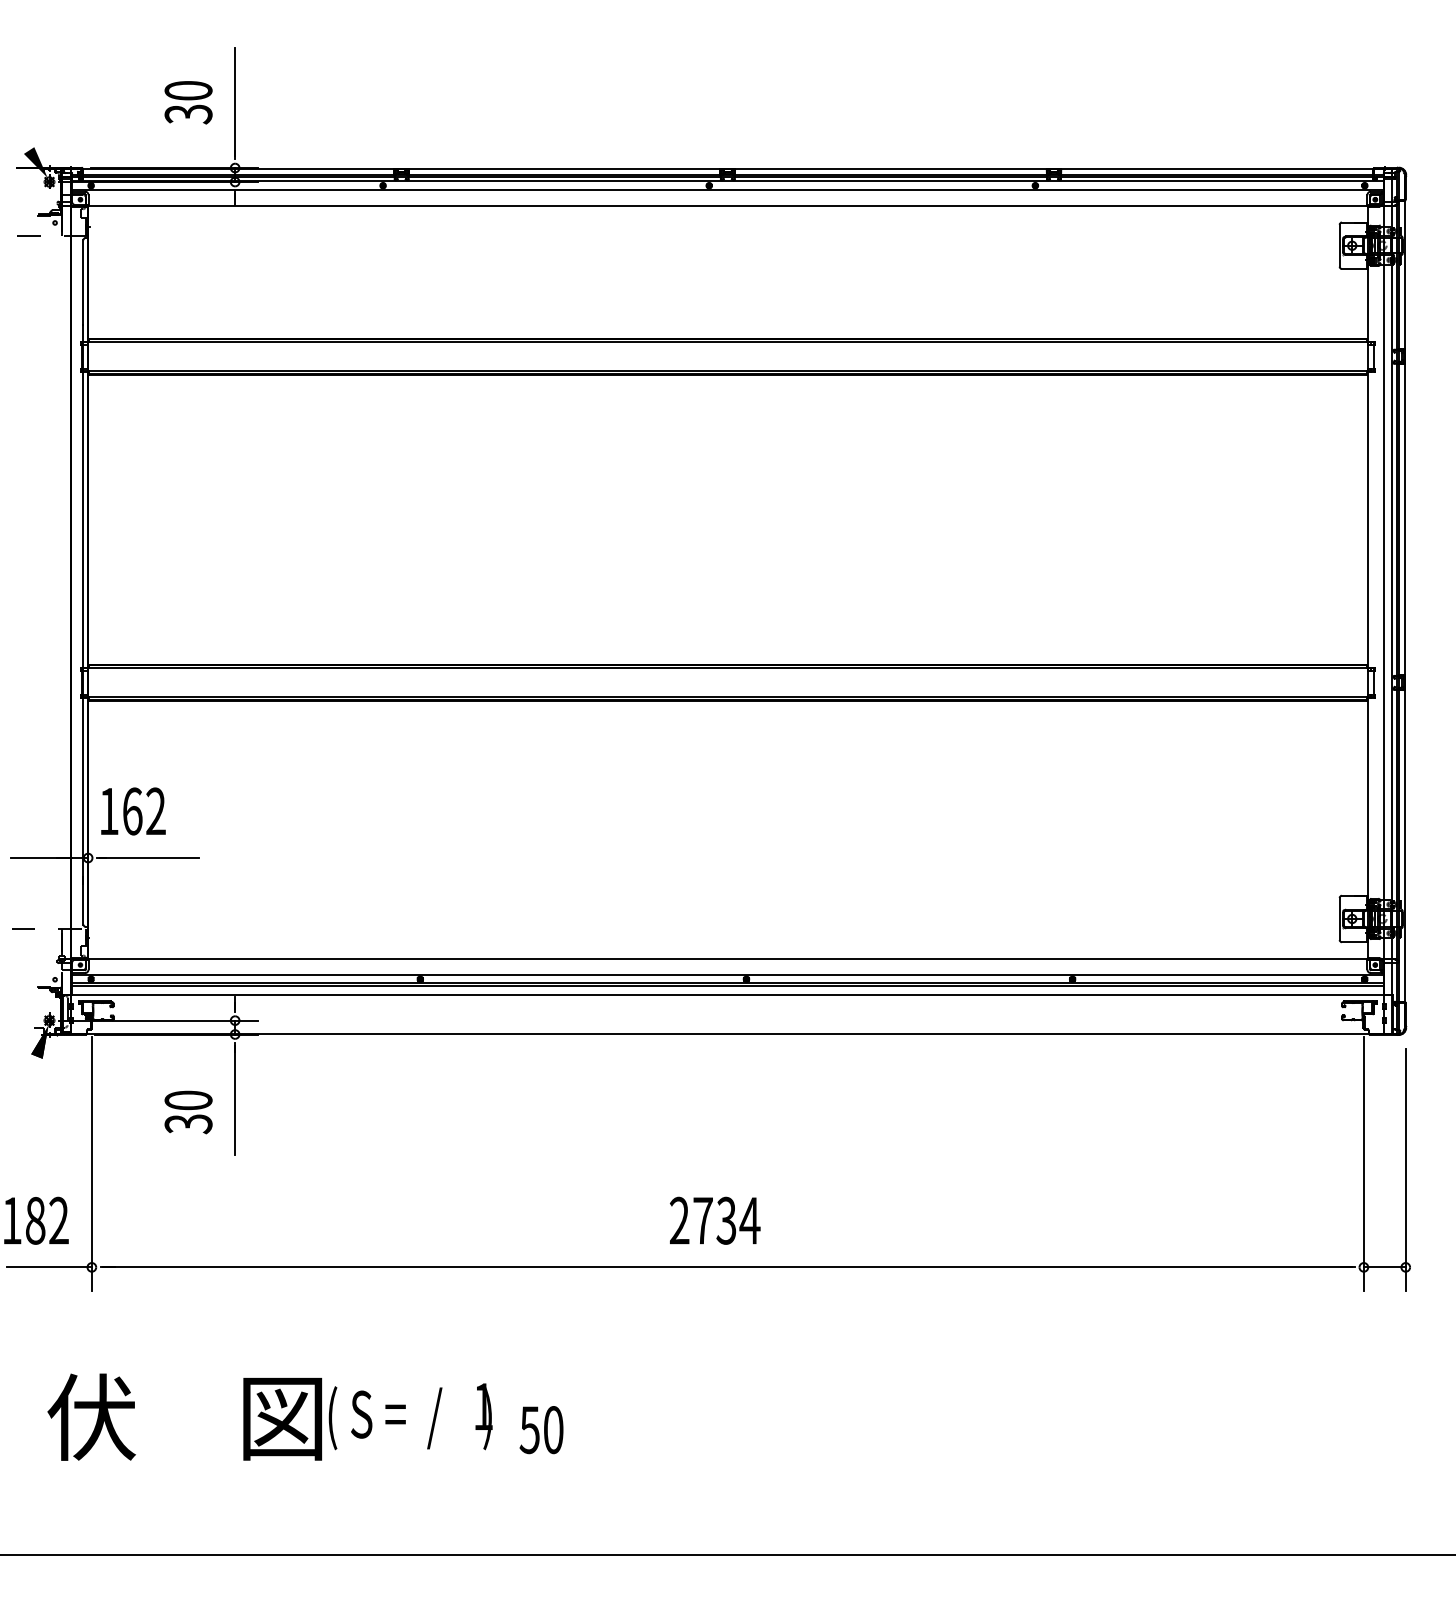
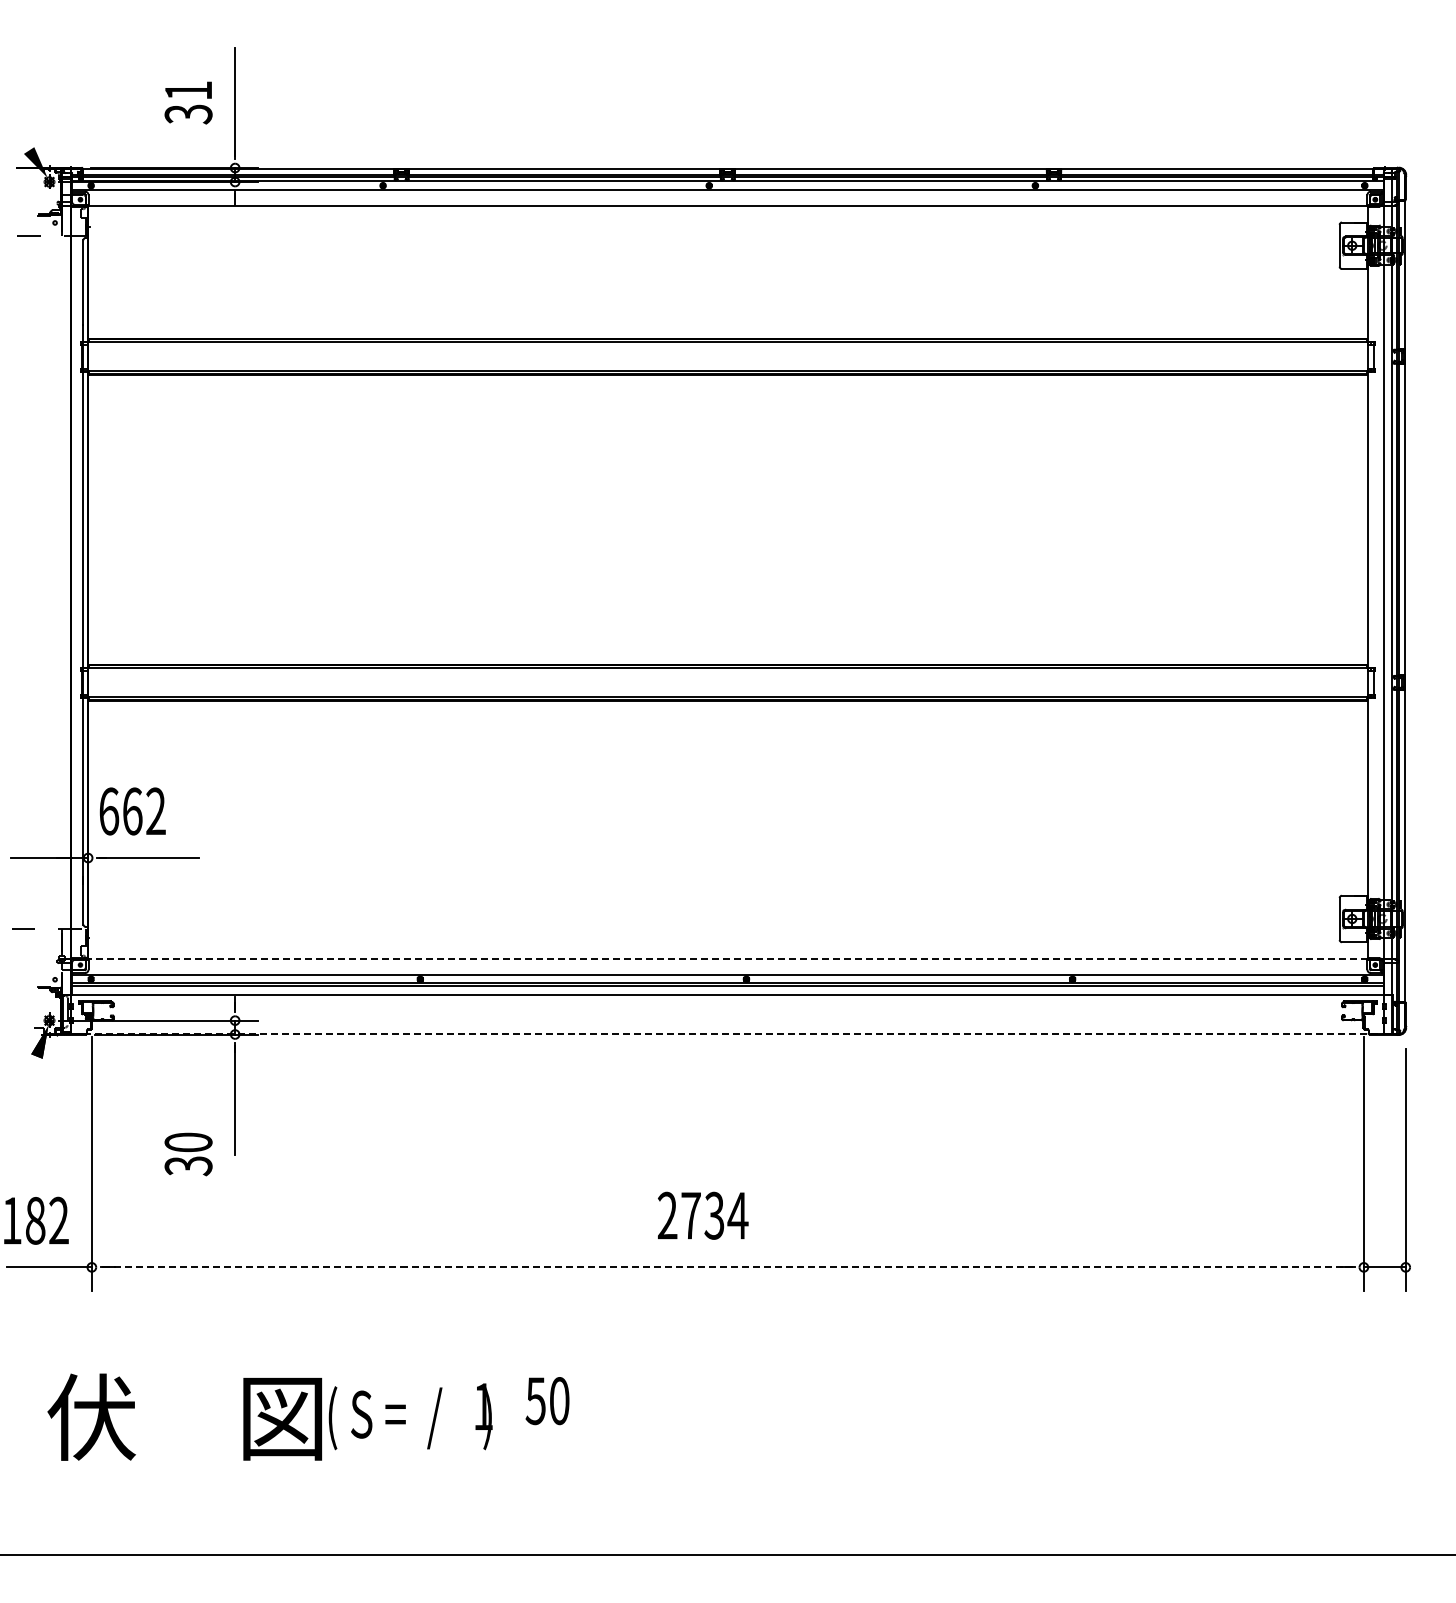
text at (188, 90): 30 -> 31
text at (109, 811): 162 -> 662
line at (727, 958): solid -> dashed
line at (727, 1034): solid -> dashed
text at (188, 1112) position: (188, 1112) -> (188, 1154)
text at (715, 1220) position: (715, 1220) -> (703, 1215)
line at (728, 1267): solid -> dashed
text at (541, 1430) position: (541, 1430) -> (547, 1401)
